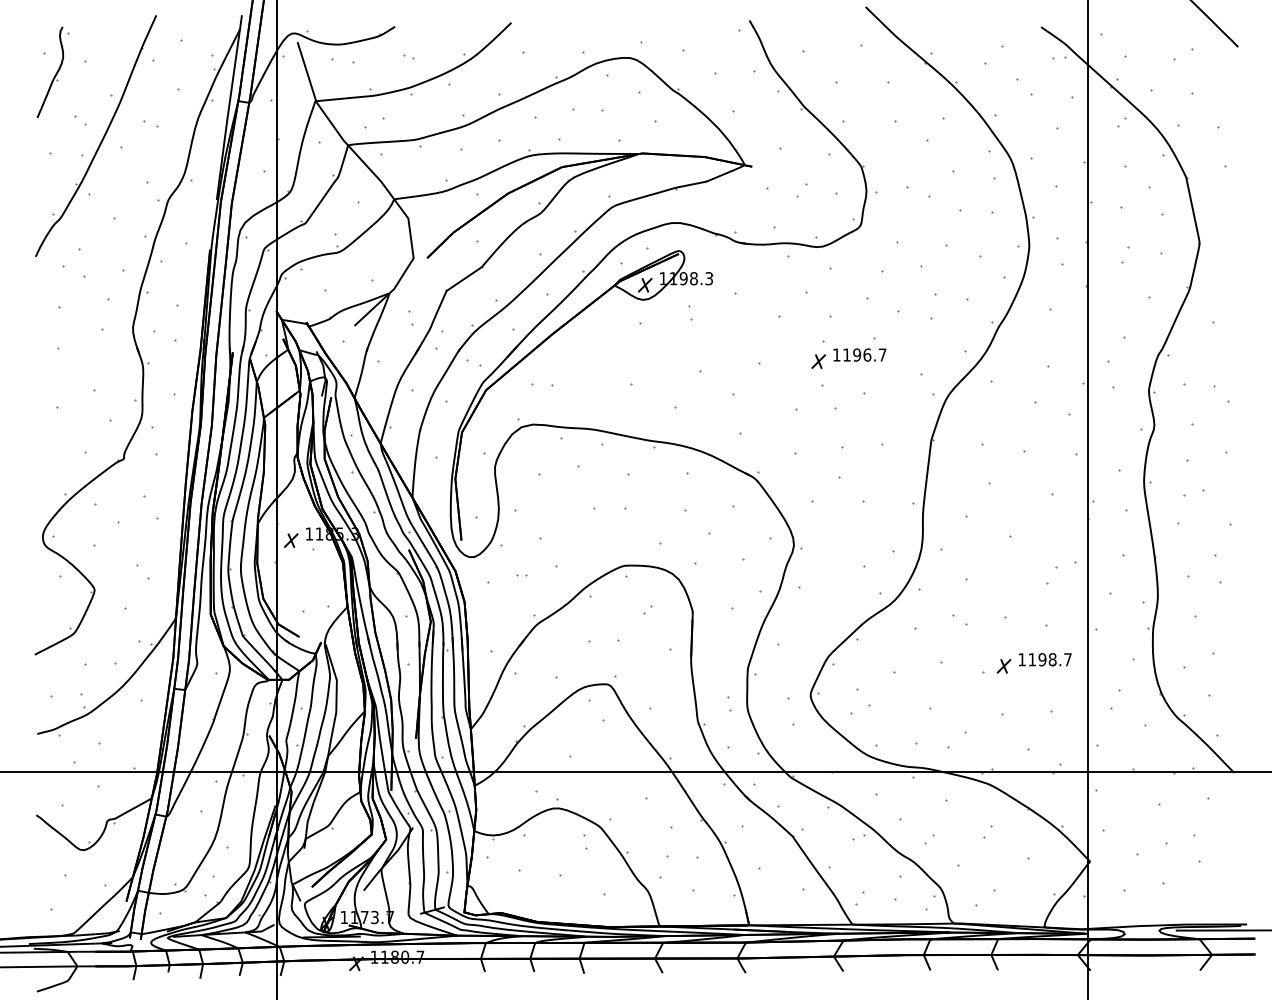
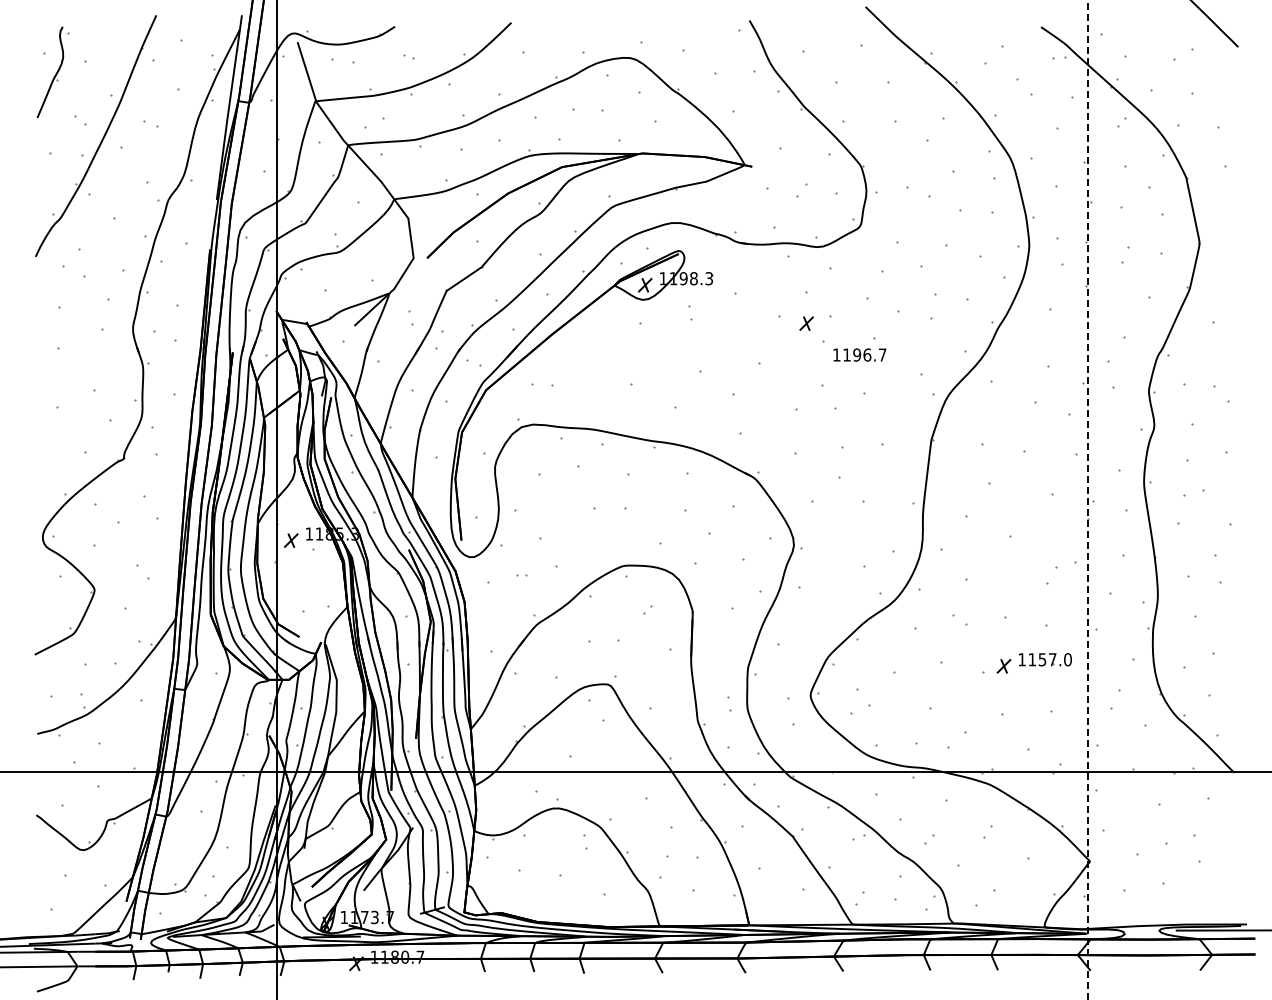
part at (818, 361) position: (818, 361) -> (806, 323)
line at (1088, 499): solid -> dashed
text at (1054, 659): 1198.7 -> 1157.0
